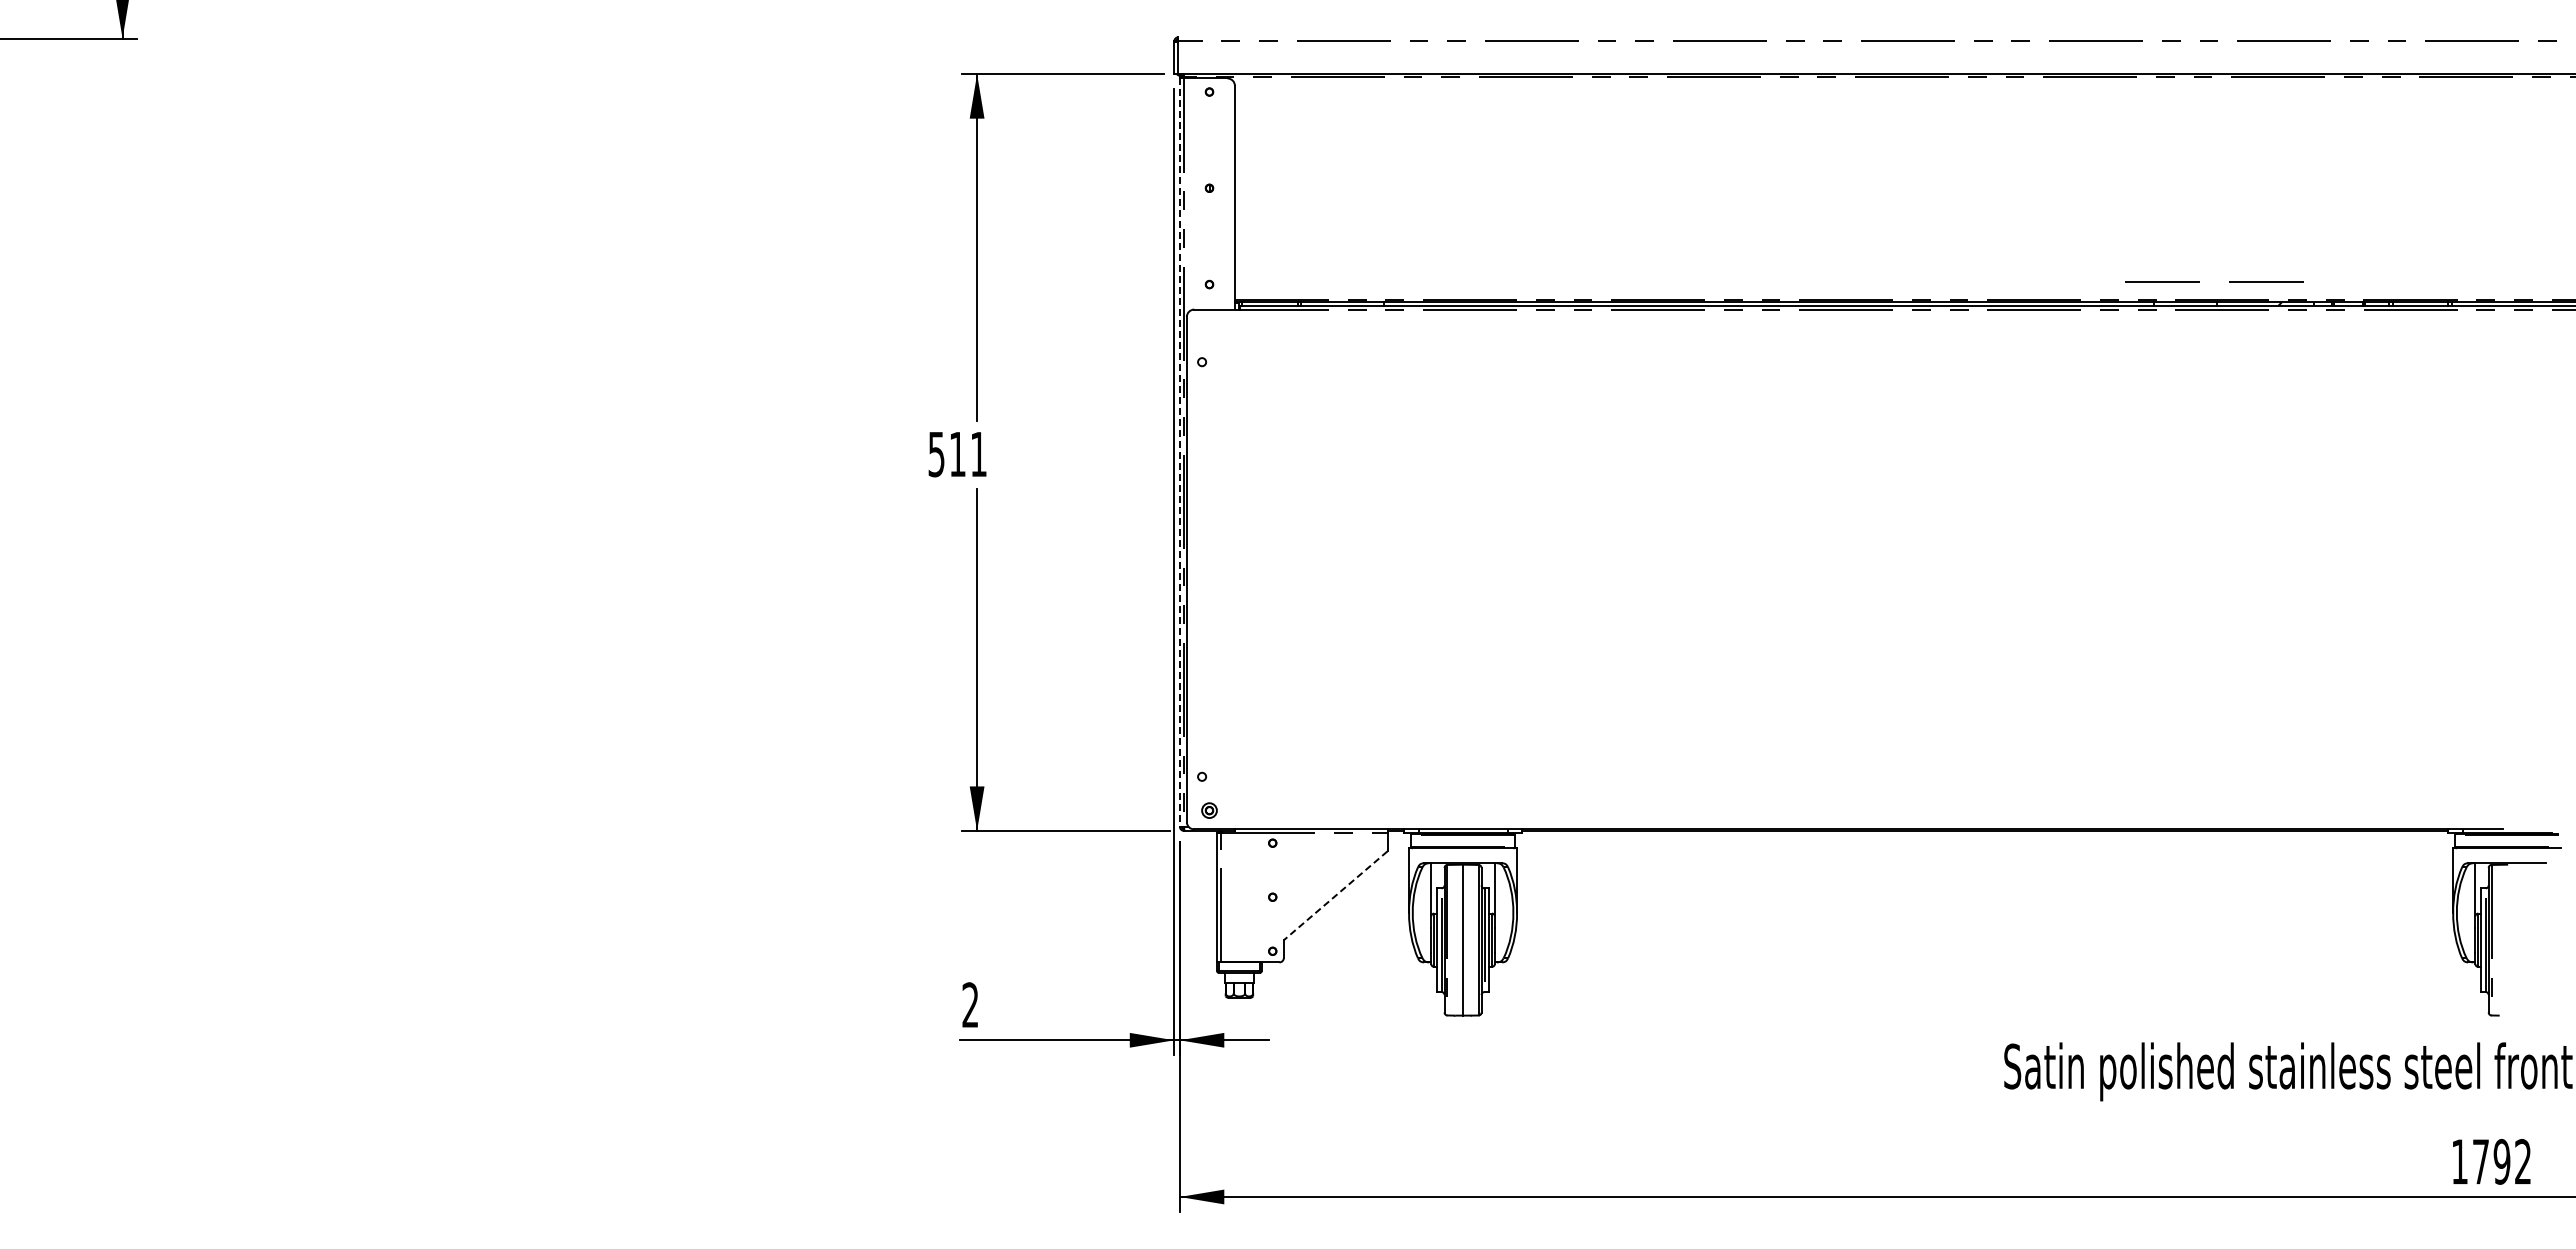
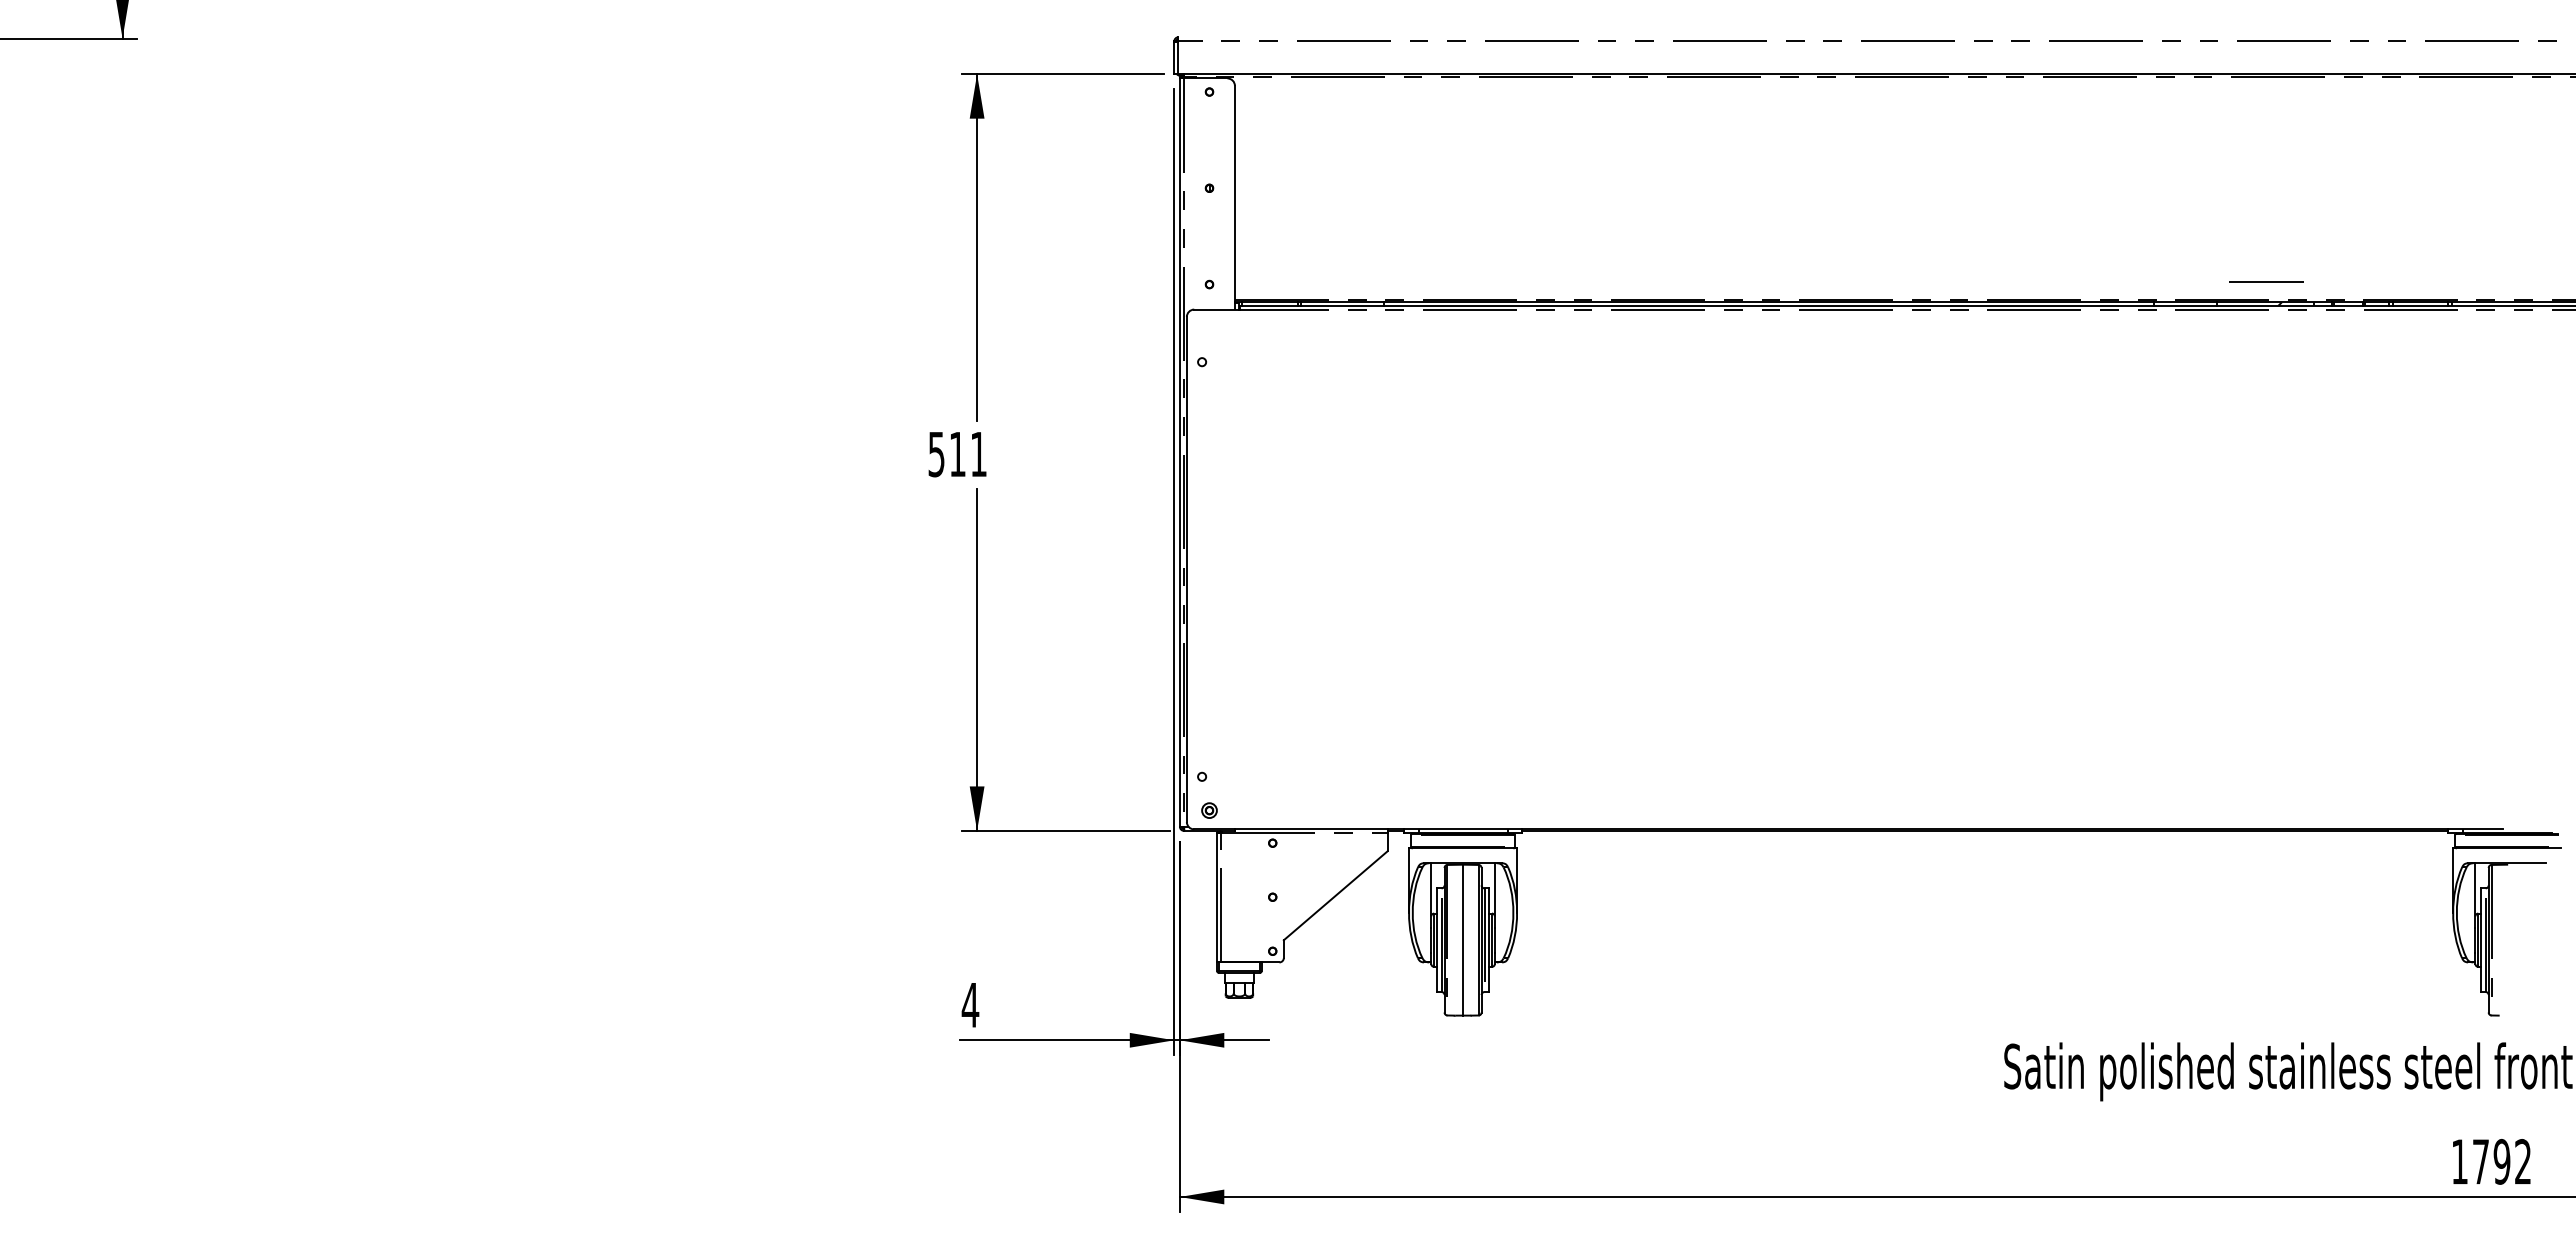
line at (2162, 281): present -> none
line at (1179, 453): dashed -> solid
line at (1335, 896): dashed -> solid
text at (970, 1004): 2 -> 4
